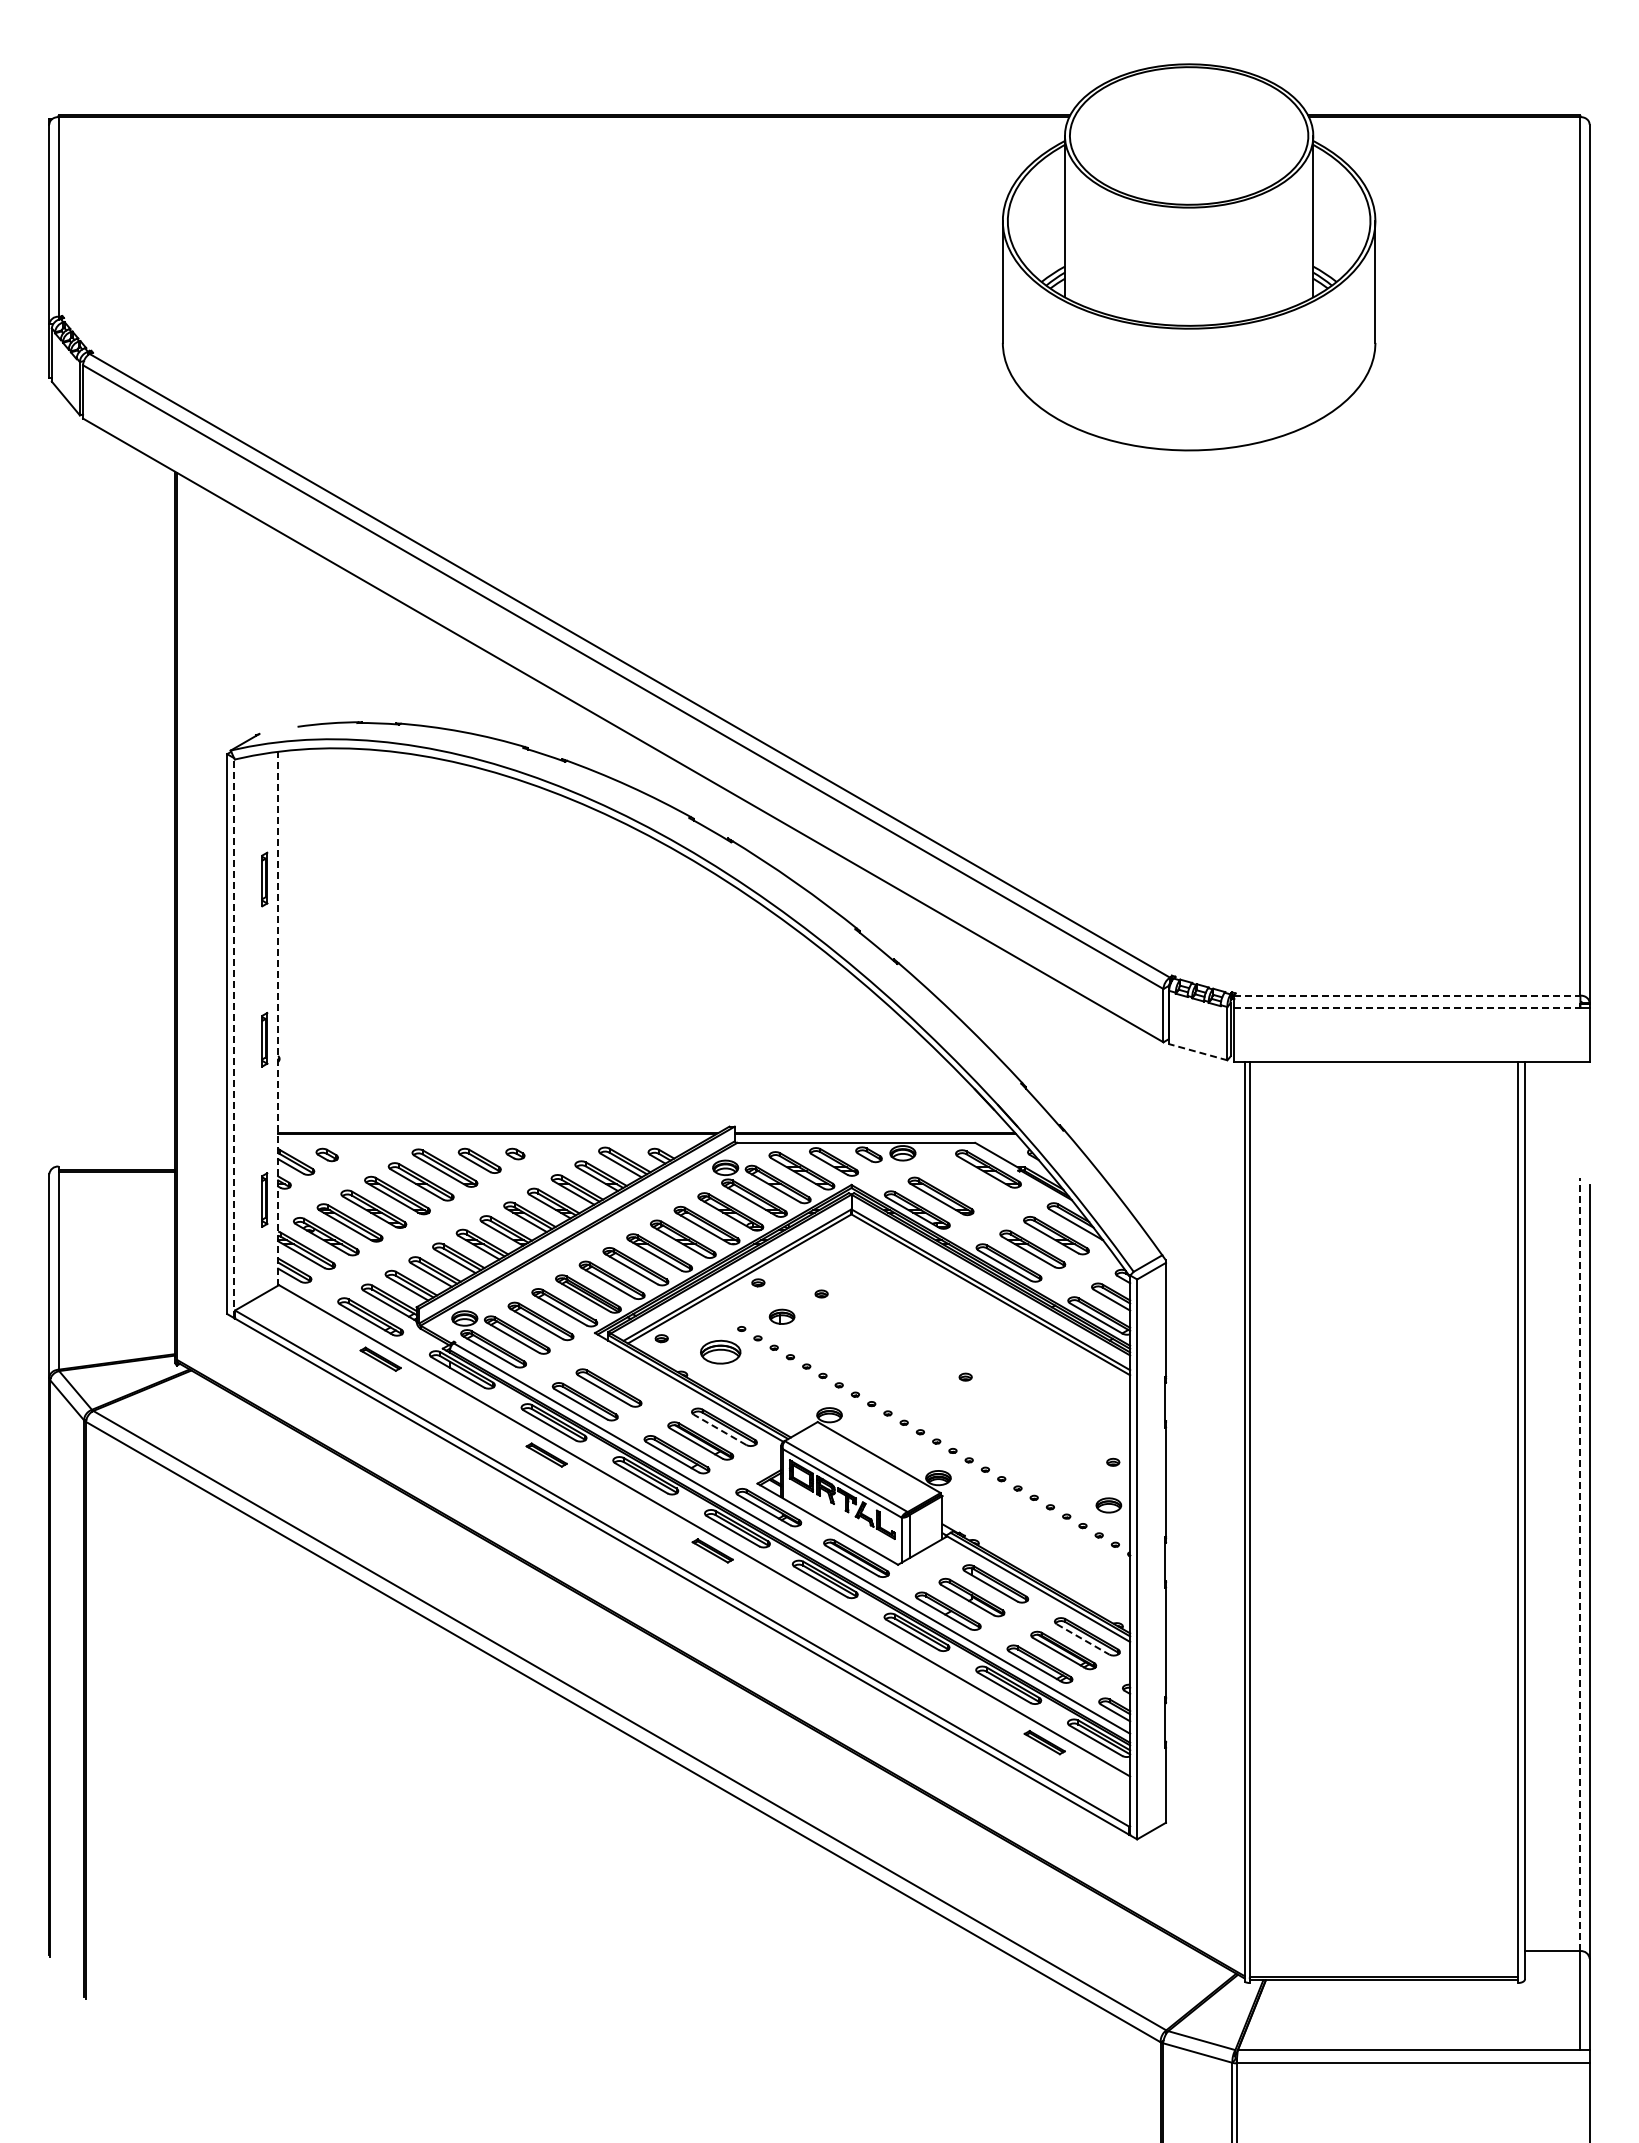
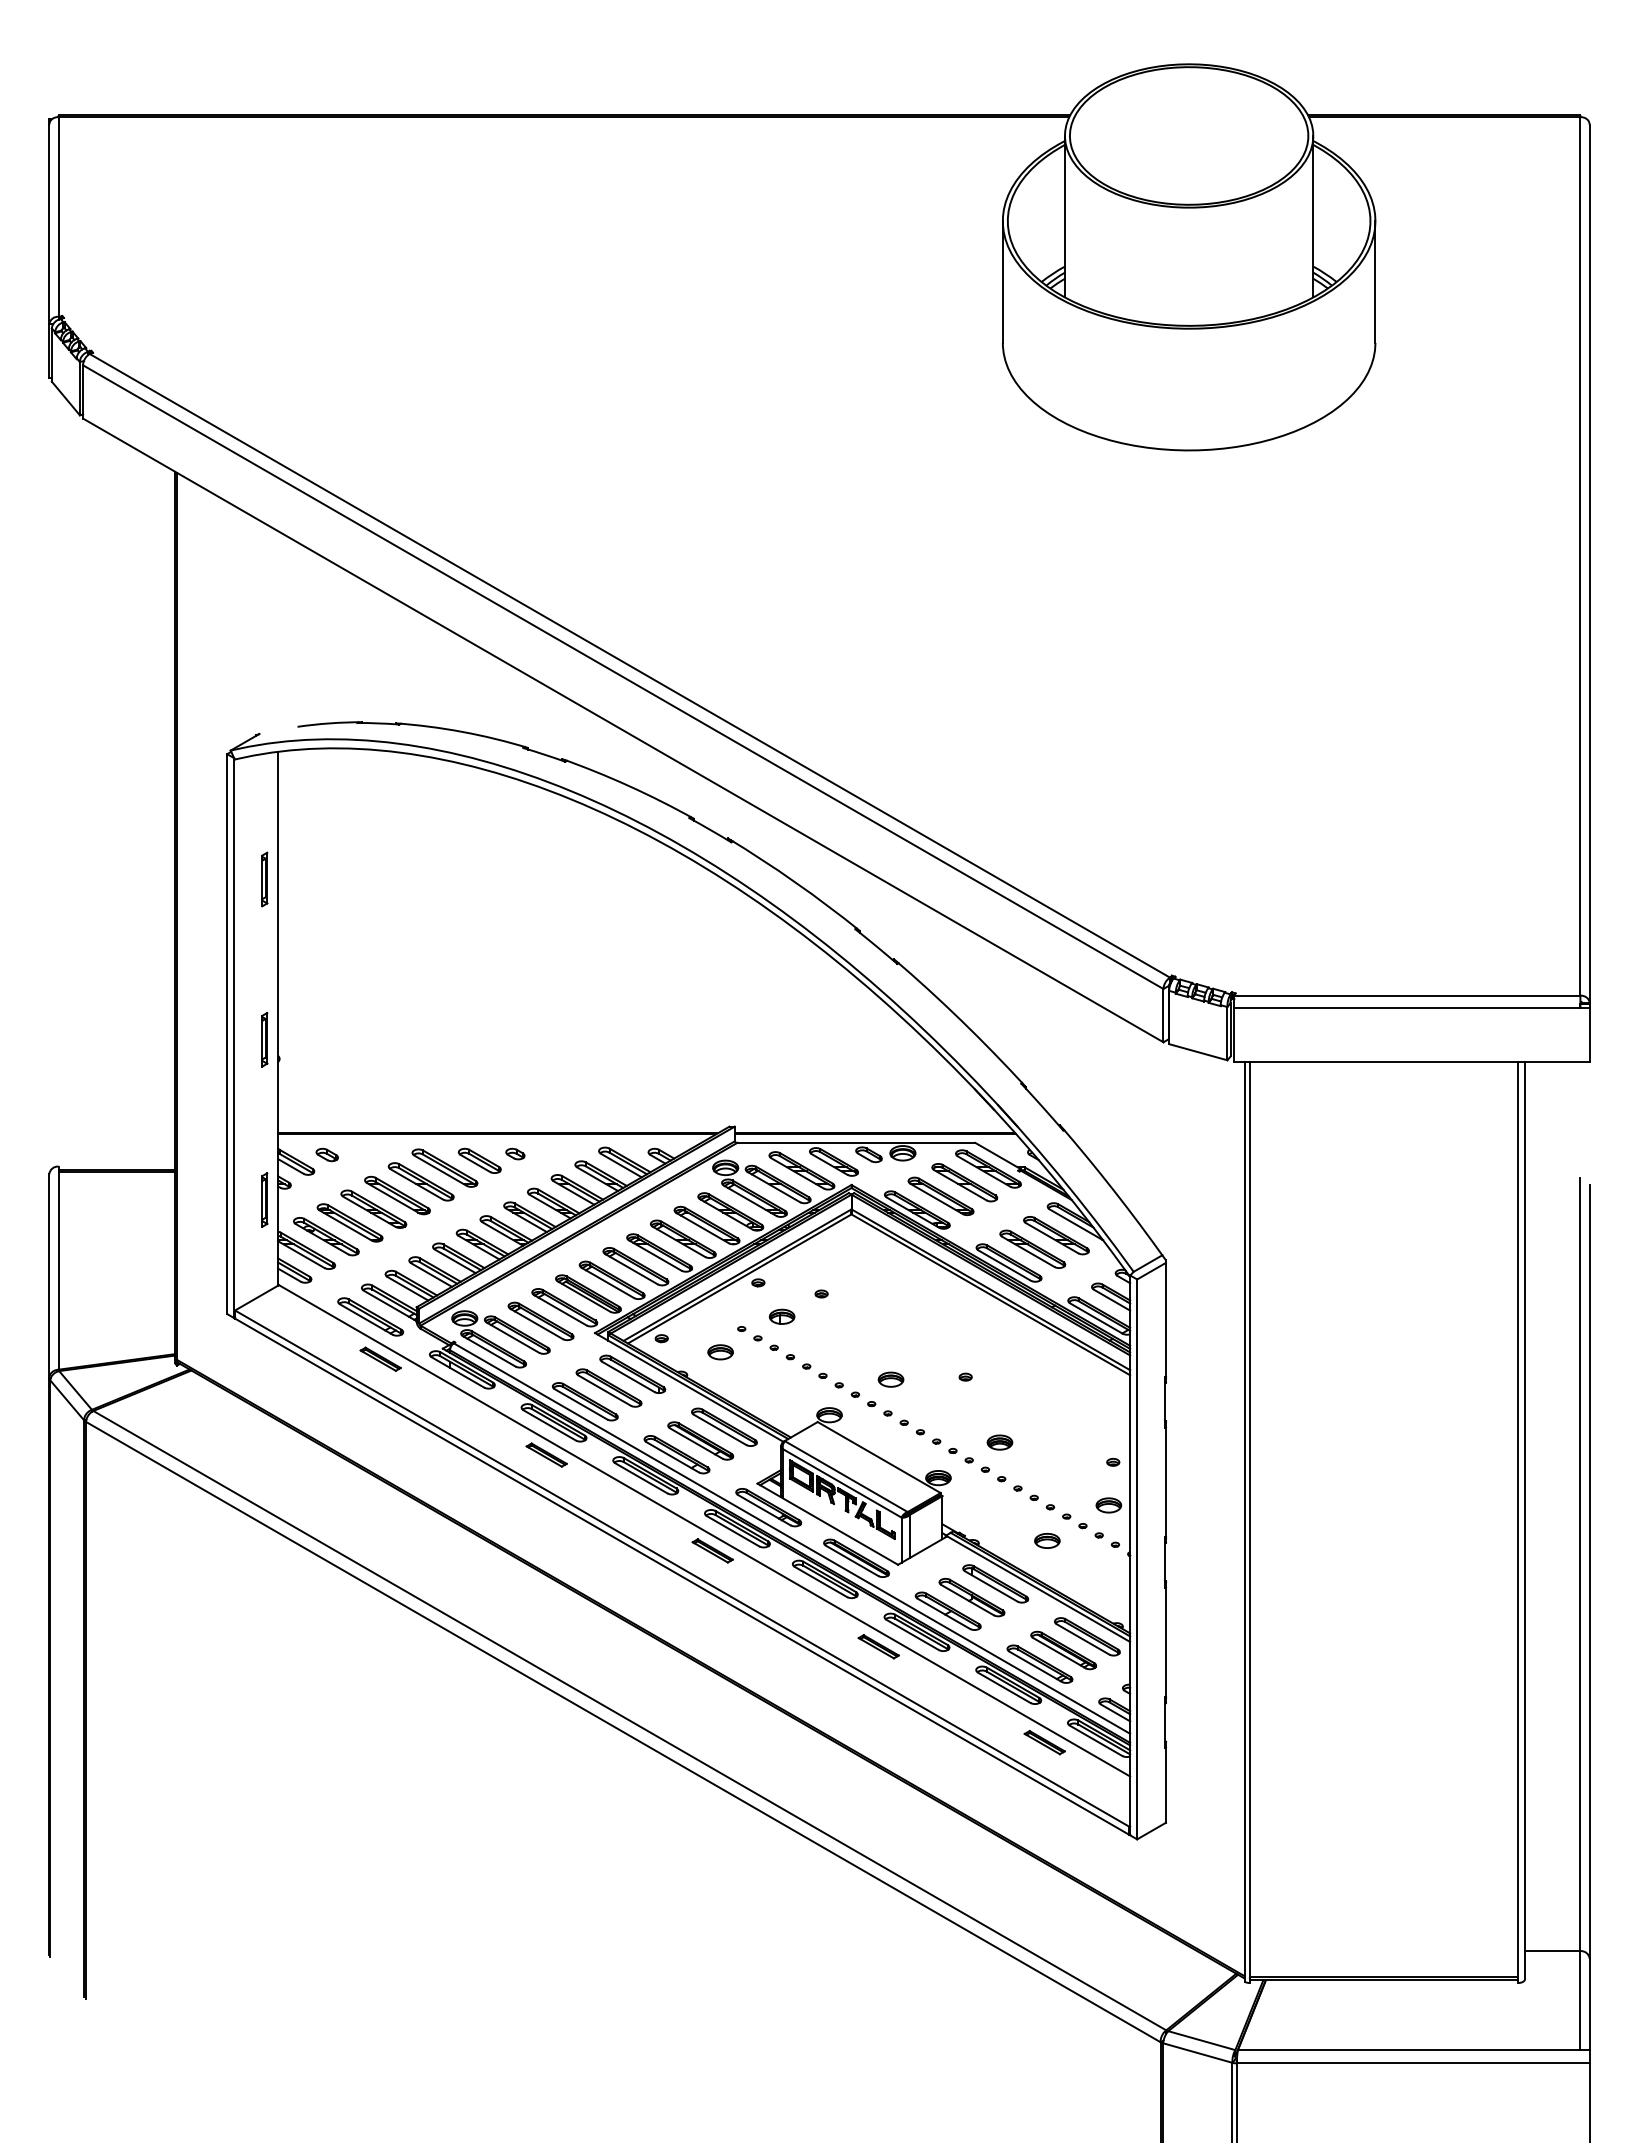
line at (1407, 995): dashed -> solid
line at (1407, 1008): dashed -> solid
line at (278, 1018): dashed -> solid
line at (234, 1038): dashed -> solid
line at (1197, 1052): dashed -> solid
part at (964, 1182): none -> present
part at (720, 1351) size: 42x26 px -> 27x17 px
part at (632, 1373): none -> present
part at (890, 1379): none -> present
line at (719, 1429): dashed -> solid
part at (999, 1442): none -> present
part at (1047, 1540): none -> present
line at (1580, 1564): dashed -> solid
line at (1083, 1639): dashed -> solid
part at (878, 1646): none -> present
